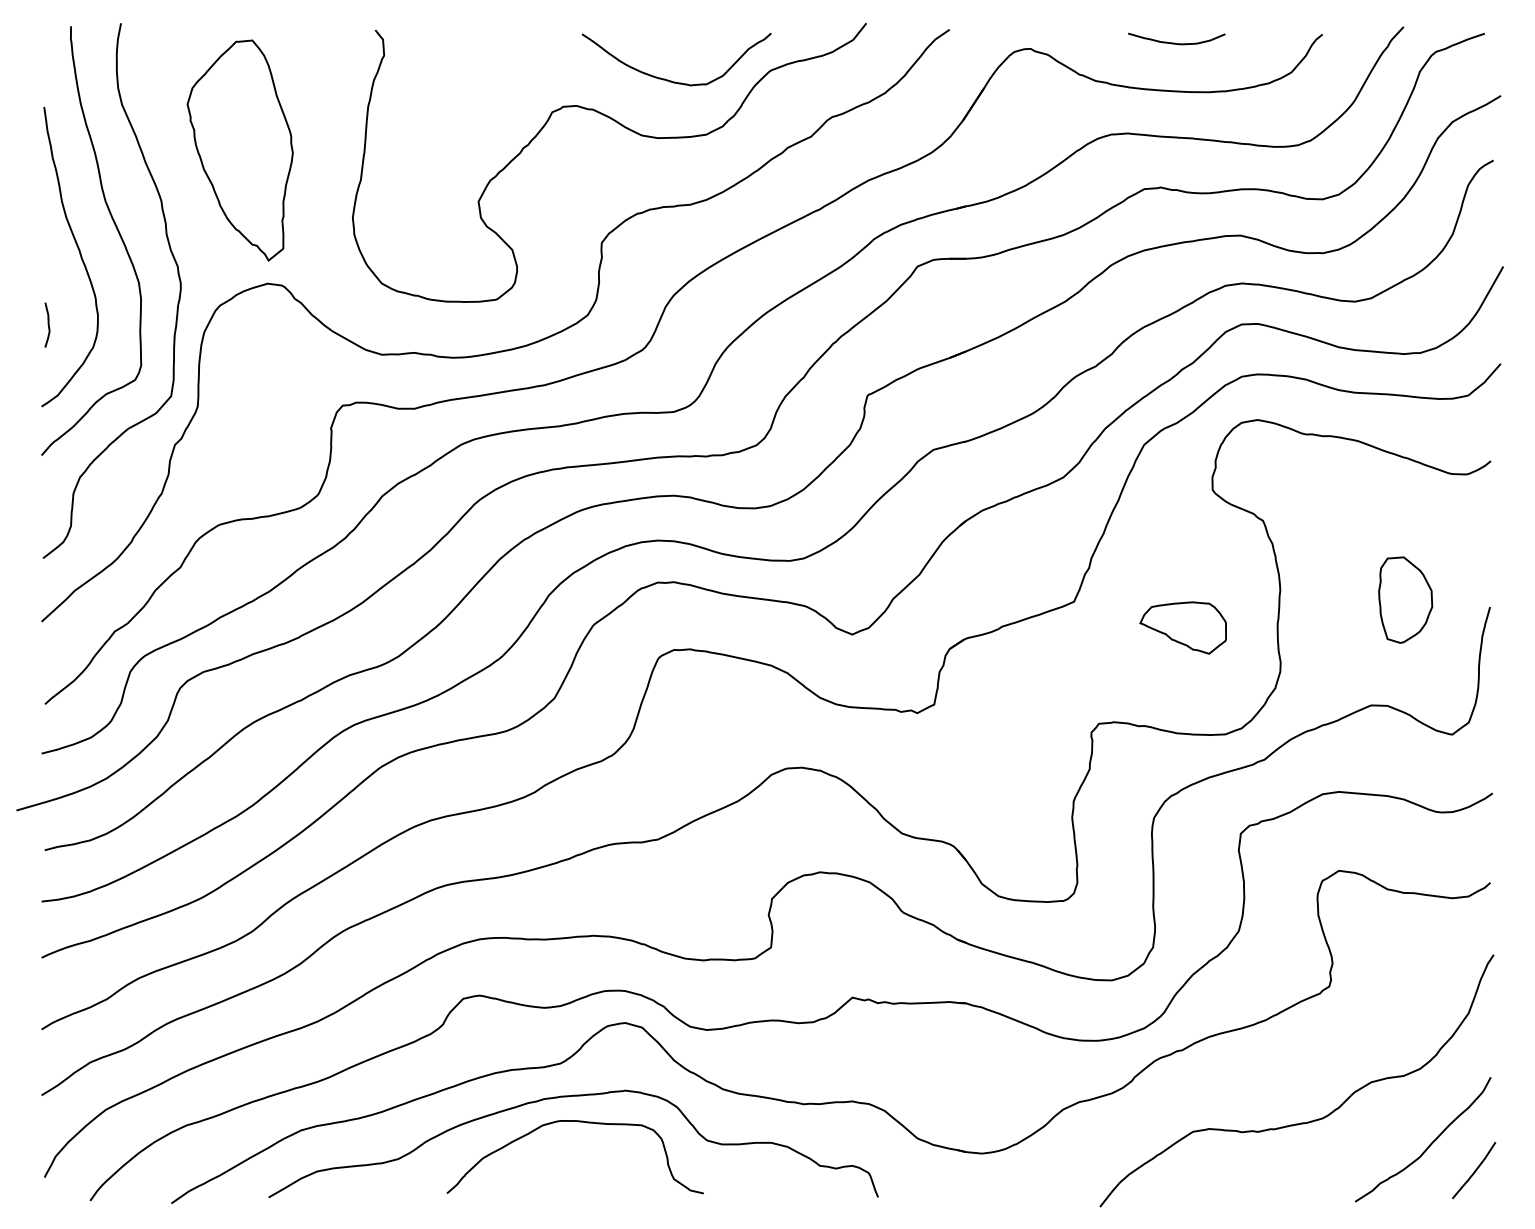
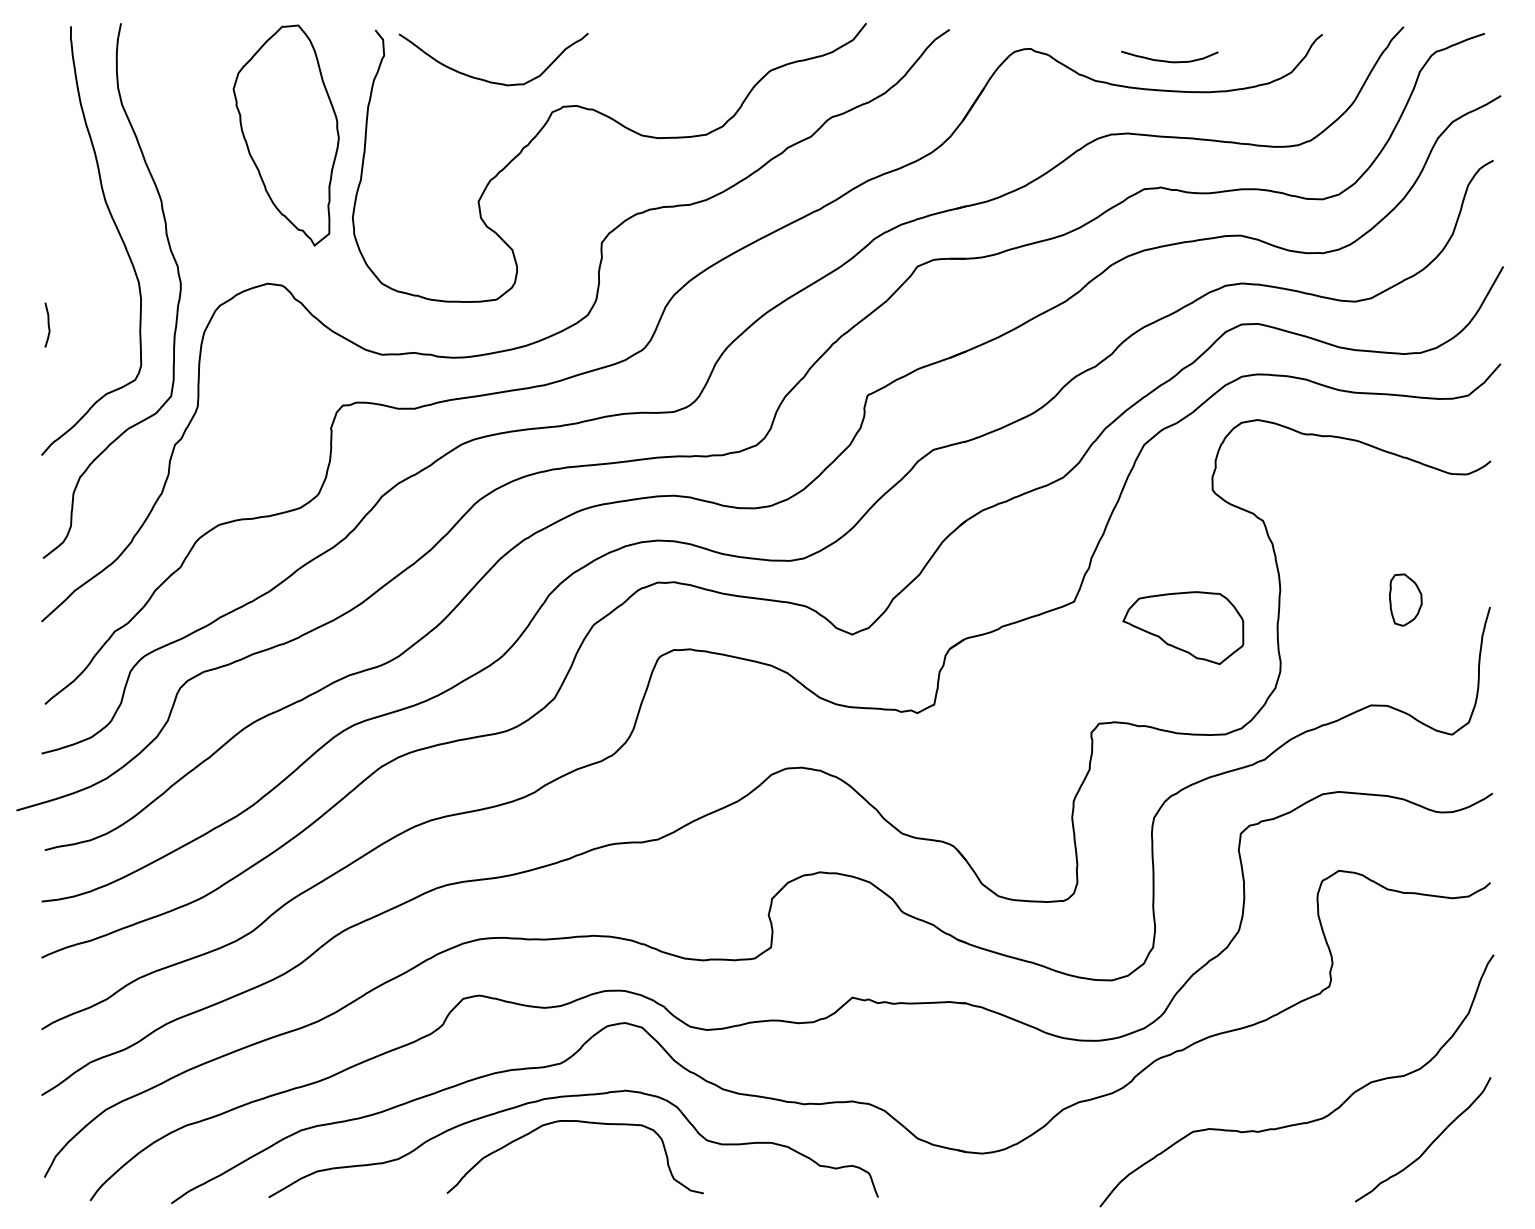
curve at (1174, 42) position: (1174, 42) -> (1167, 60)
curve at (668, 79) position: (668, 79) -> (485, 79)
part at (239, 150) position: (239, 150) -> (285, 135)
curve at (79, 254): present -> none
part at (1405, 599) size: 56x88 px -> 34x54 px
part at (1182, 627) size: 88x54 px -> 123x74 px
curve at (1474, 1170): present -> none
